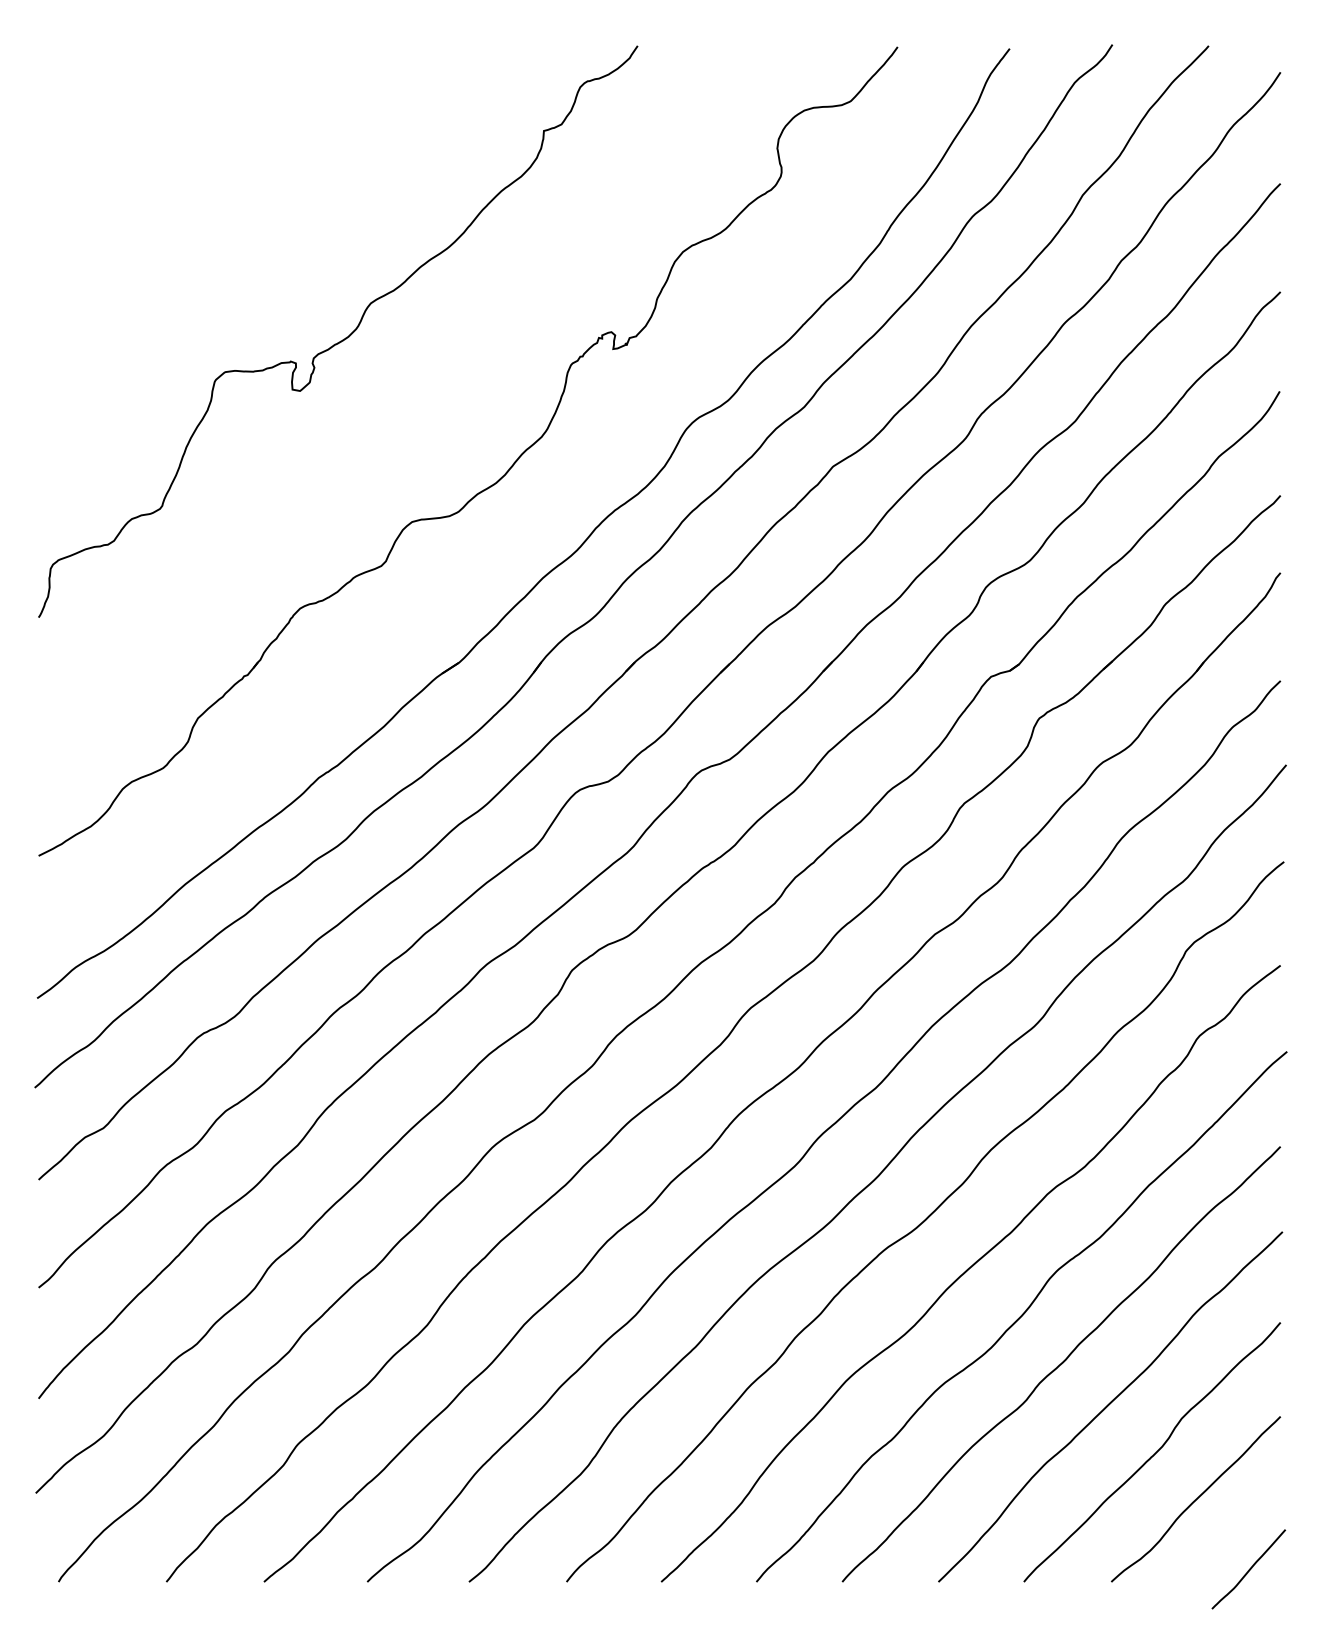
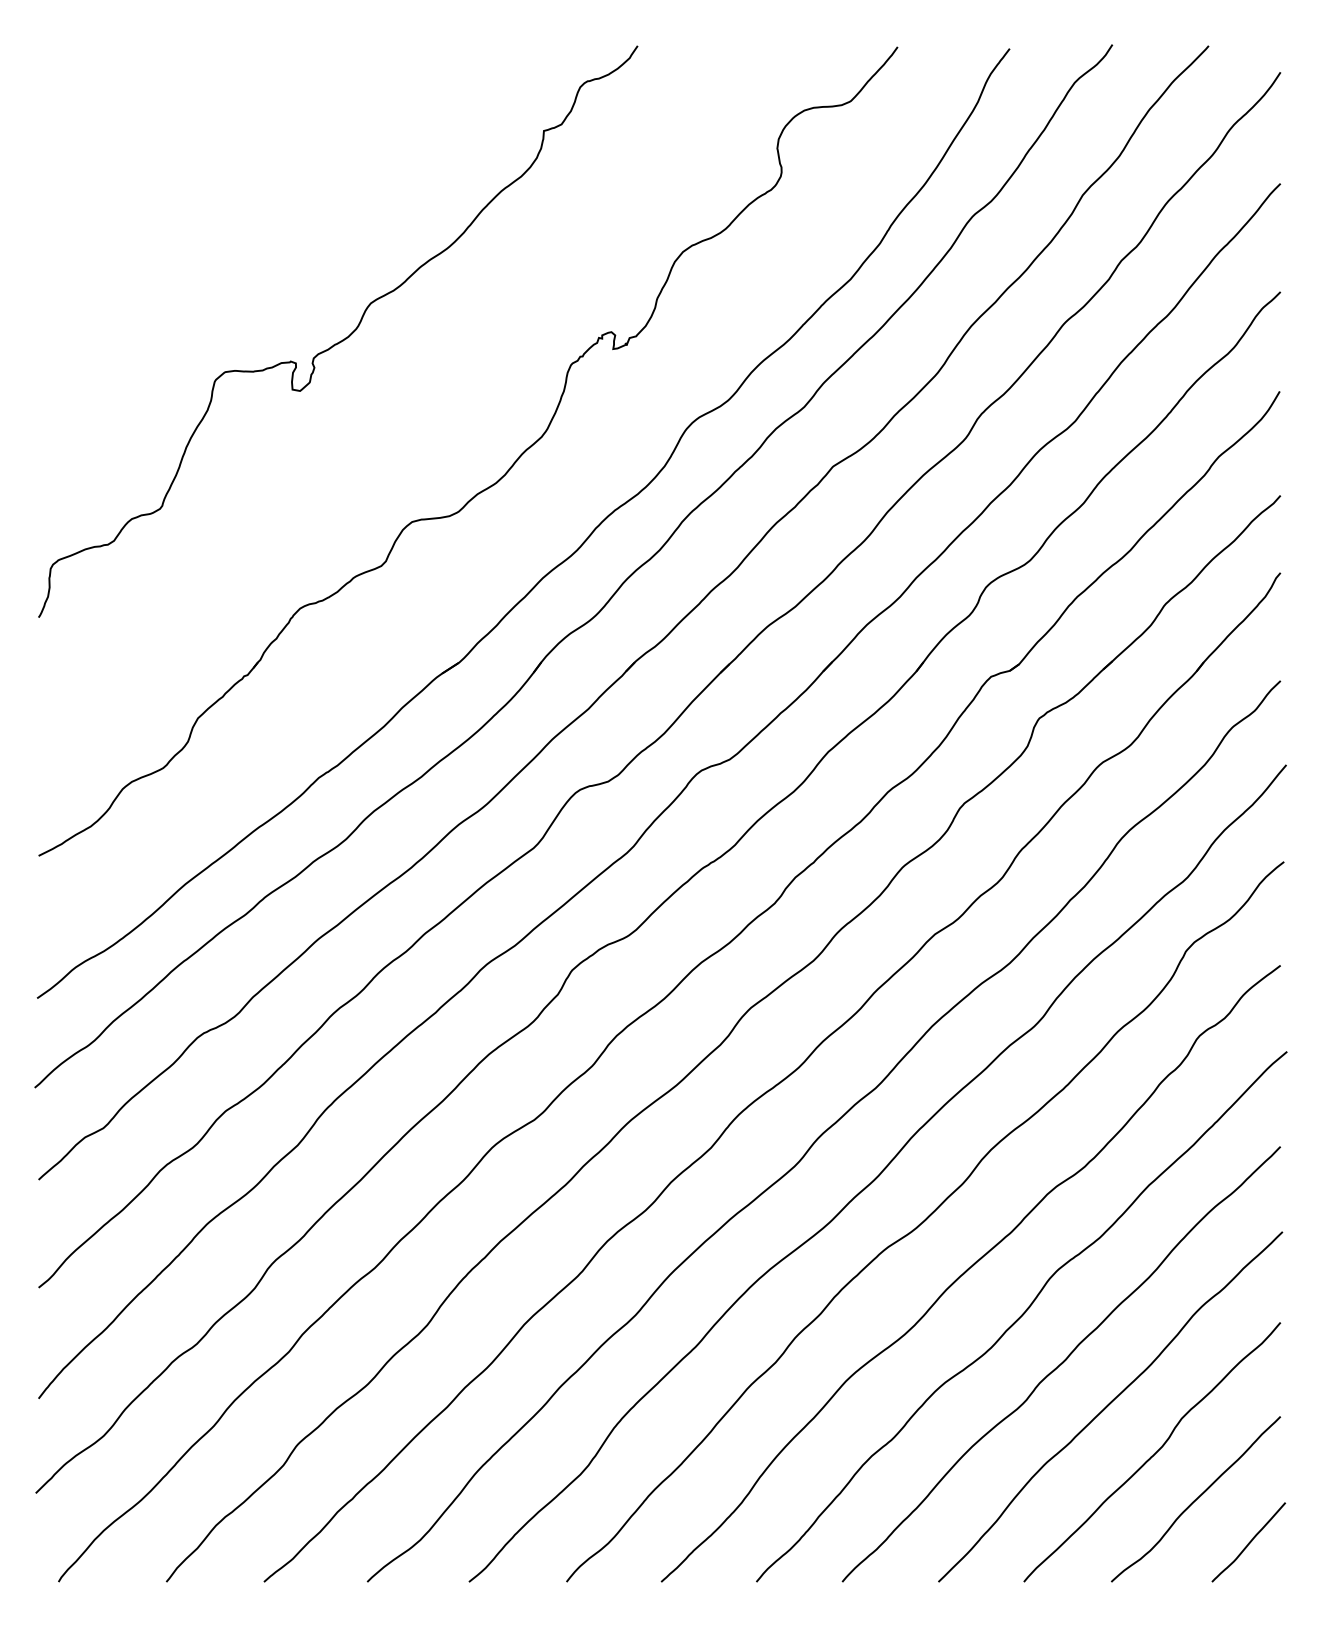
curve at (1248, 1569) position: (1248, 1569) -> (1248, 1542)
